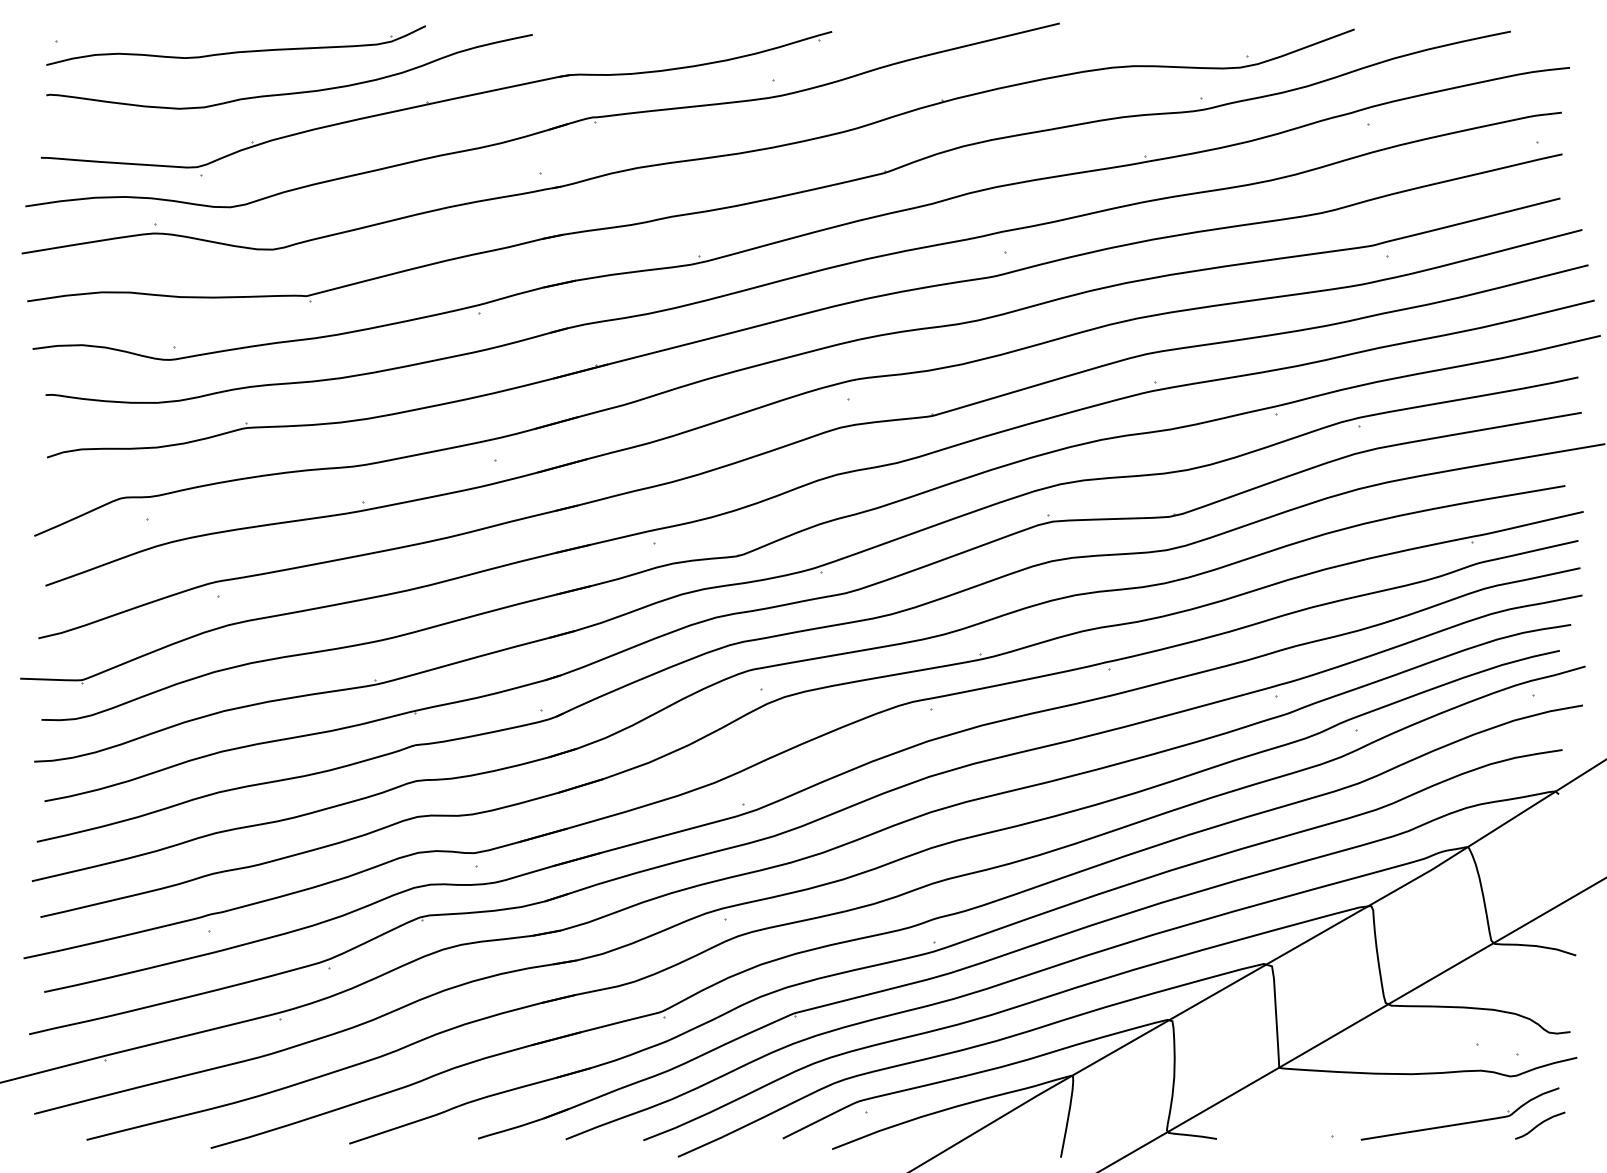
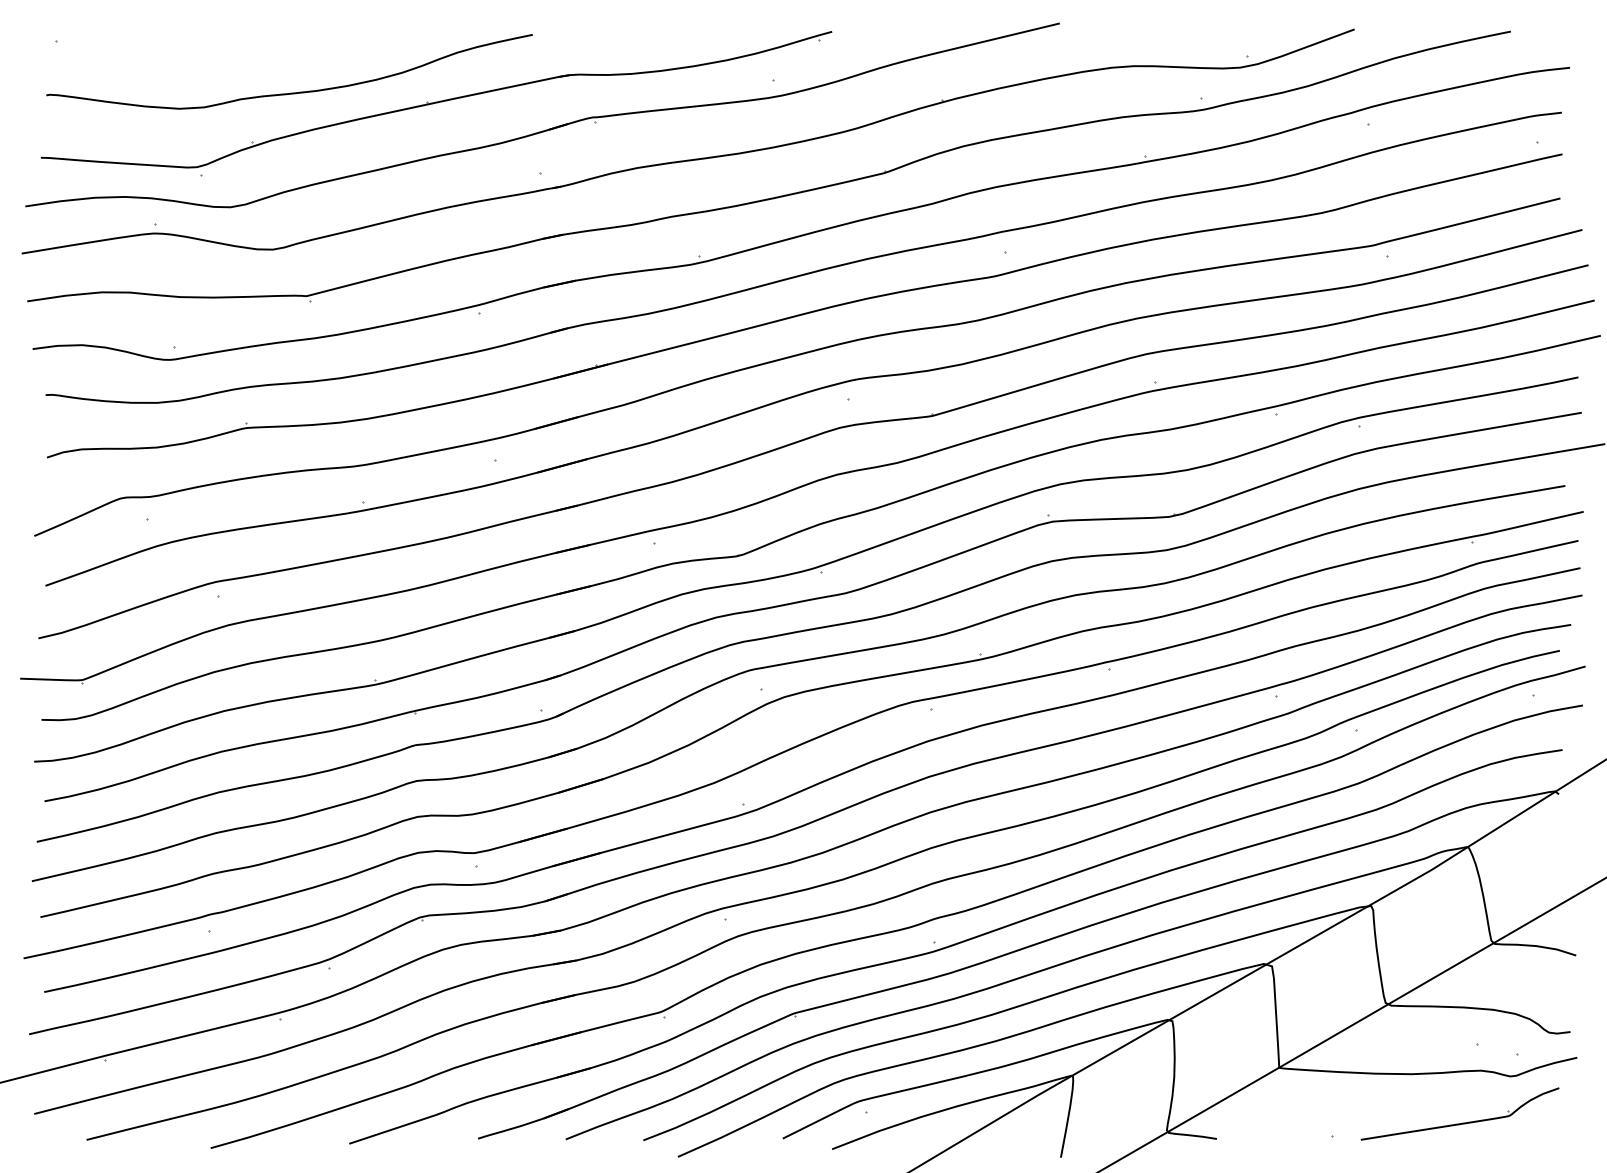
part at (235, 45): present -> none
curve at (1540, 1124): present -> none
